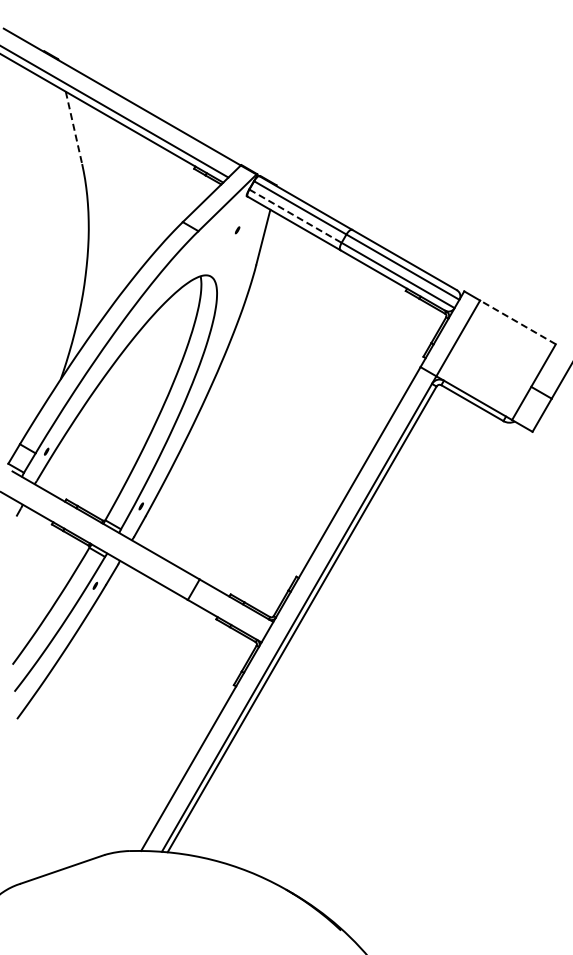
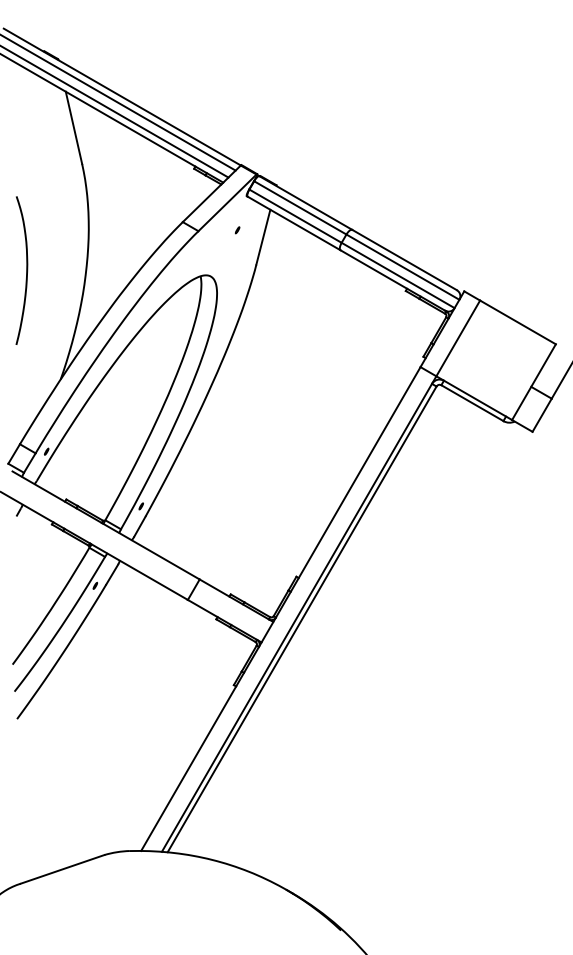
line at (118, 102): none -> present
line at (74, 128): dashed -> solid
line at (295, 216): dashed -> solid
curve at (26, 270): none -> present
line at (517, 322): dashed -> solid
